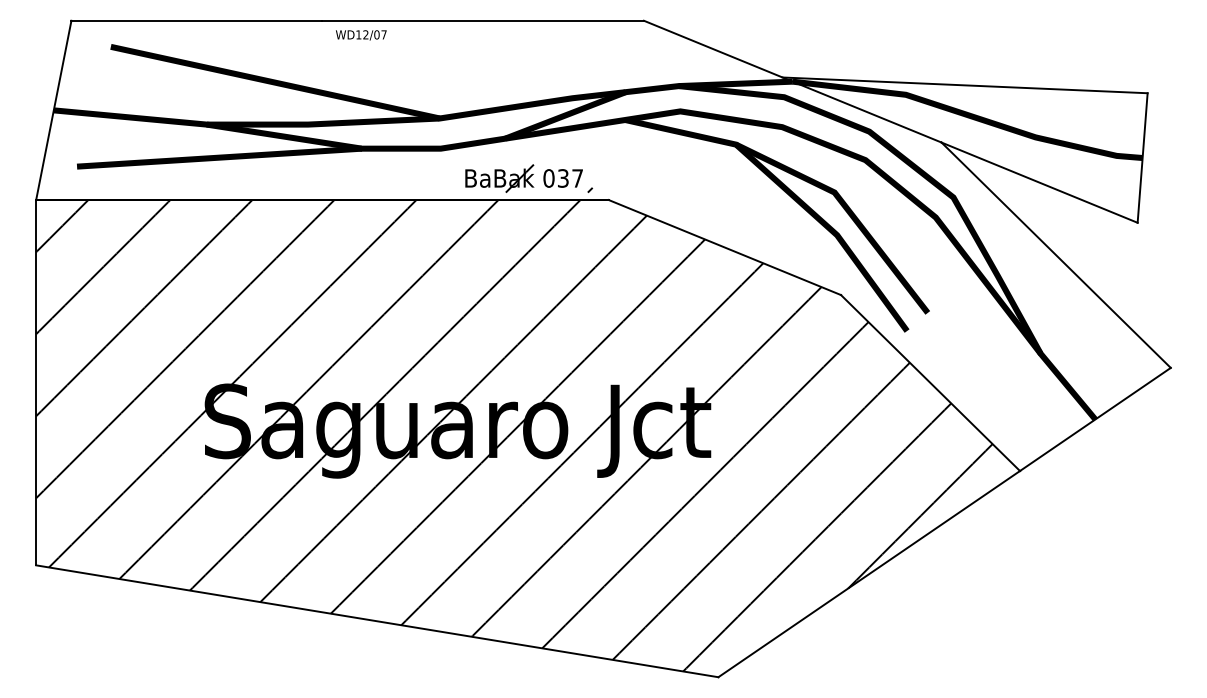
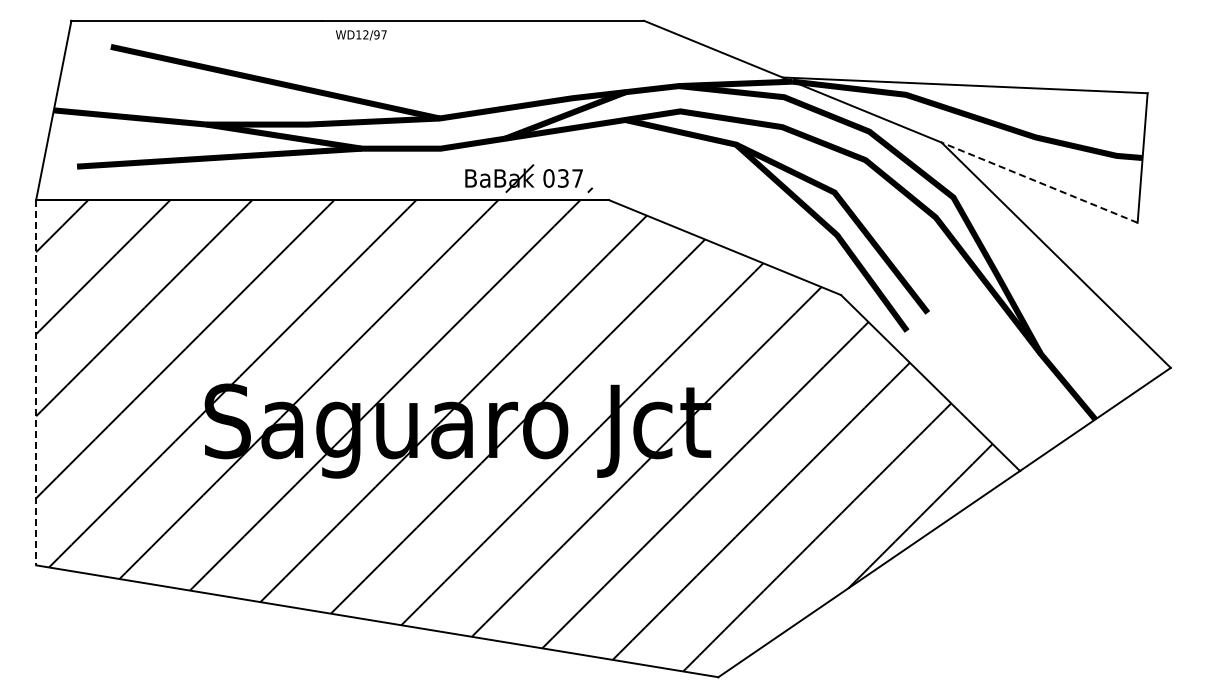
text at (376, 34): WD12/07 -> WD12/97
line at (1039, 182): solid -> dashed
line at (36, 382): solid -> dashed
